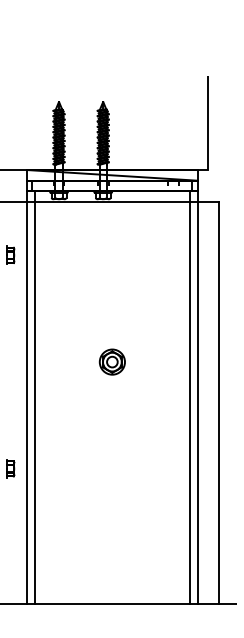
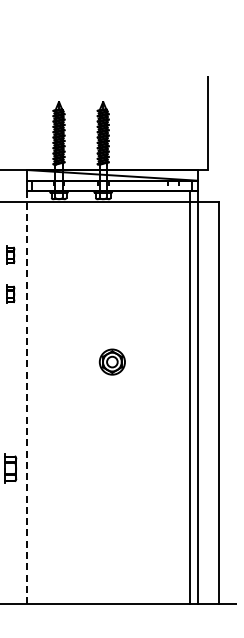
part at (10, 293): none -> present
line at (35, 397): present -> none
line at (27, 398): solid -> dashed
part at (10, 468) size: 10x20 px -> 14x31 px
